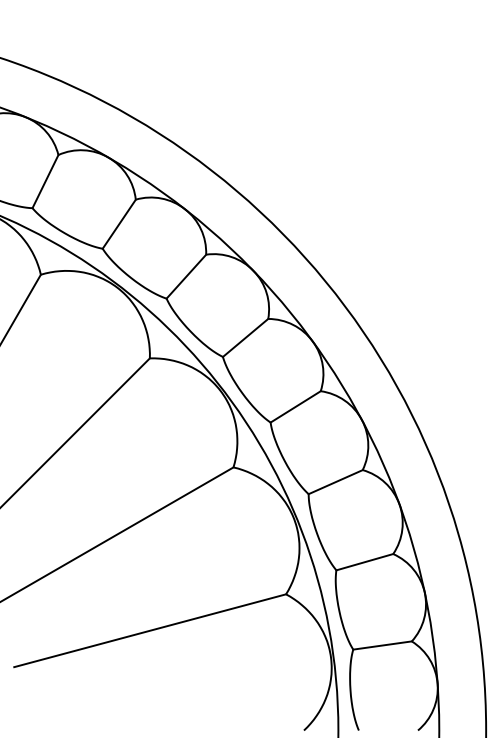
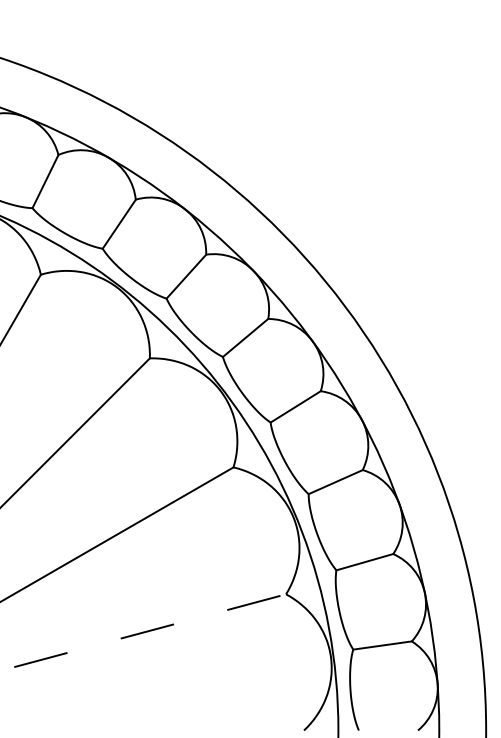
line at (150, 630): solid -> dashed
